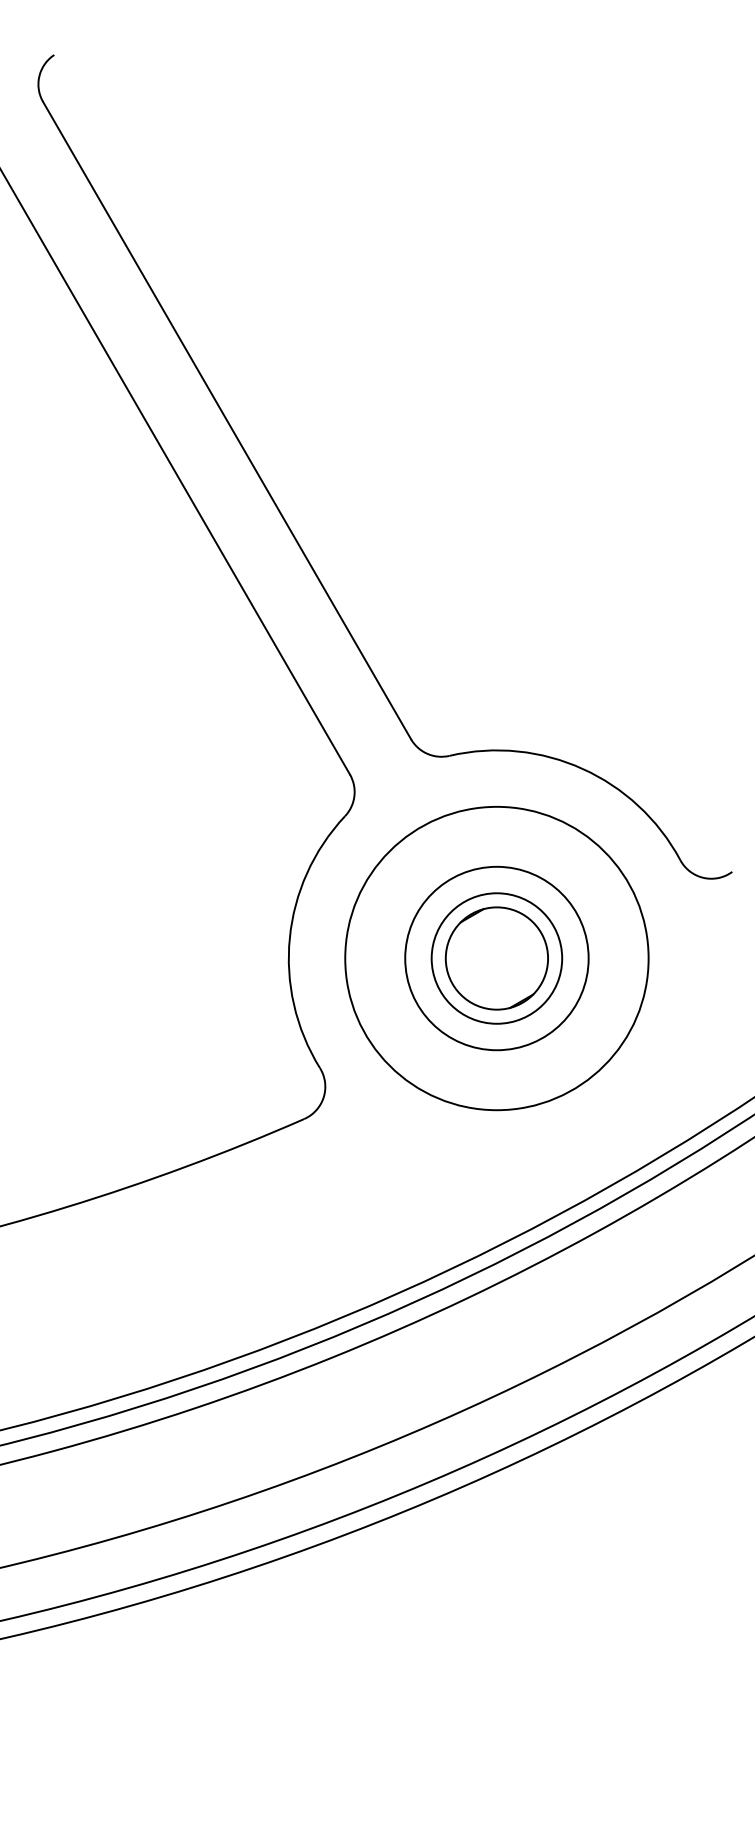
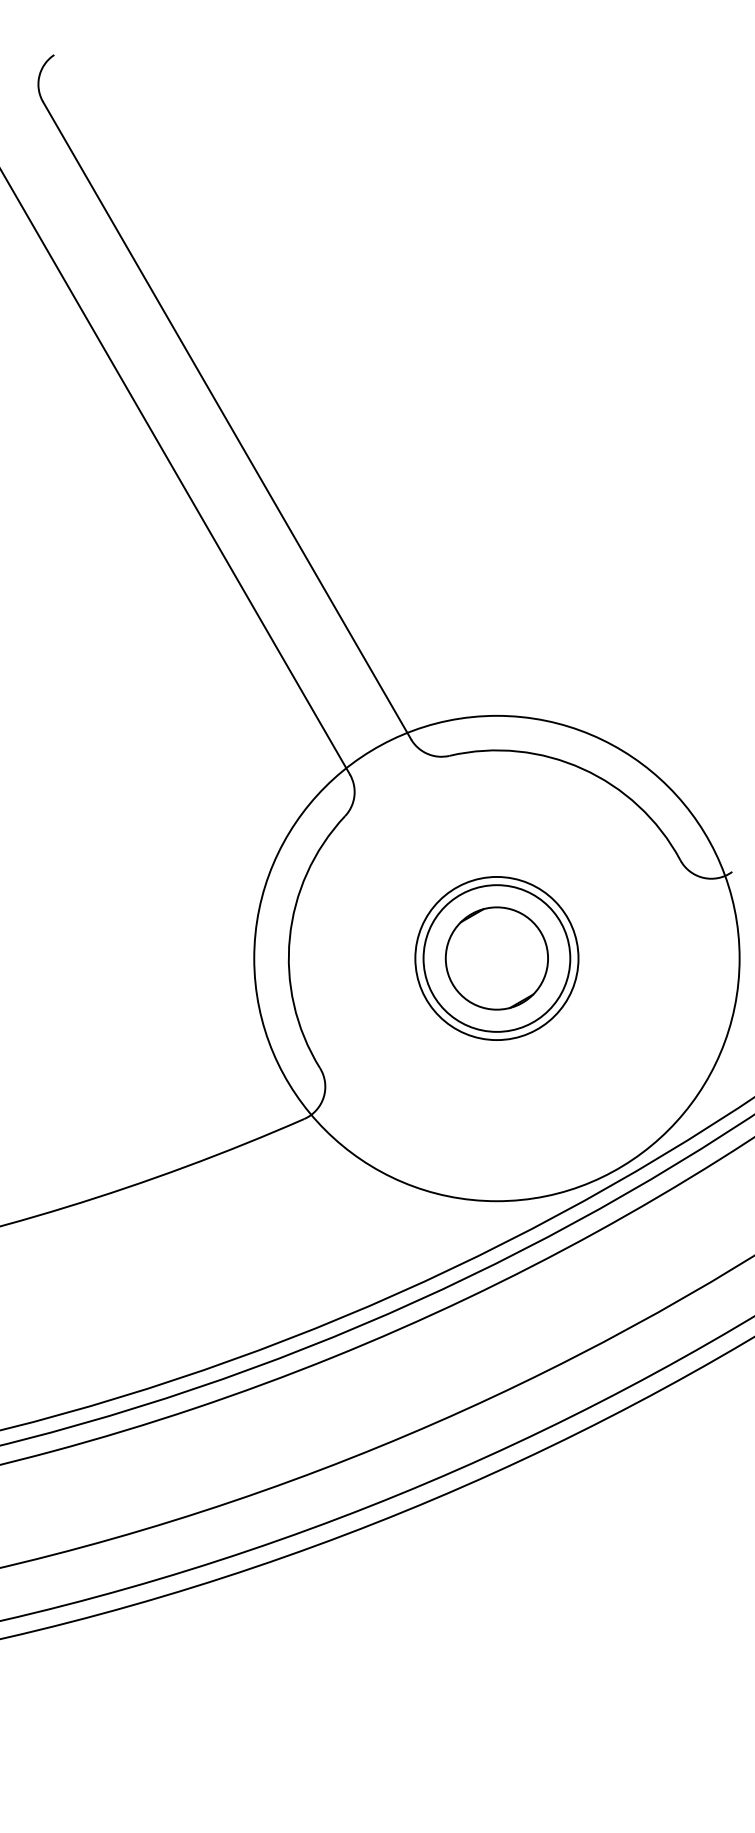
circle at (496, 958) diameter: 131 px -> 163 px
circle at (496, 958) diameter: 183 px -> 147 px
circle at (496, 958) diameter: 303 px -> 485 px
